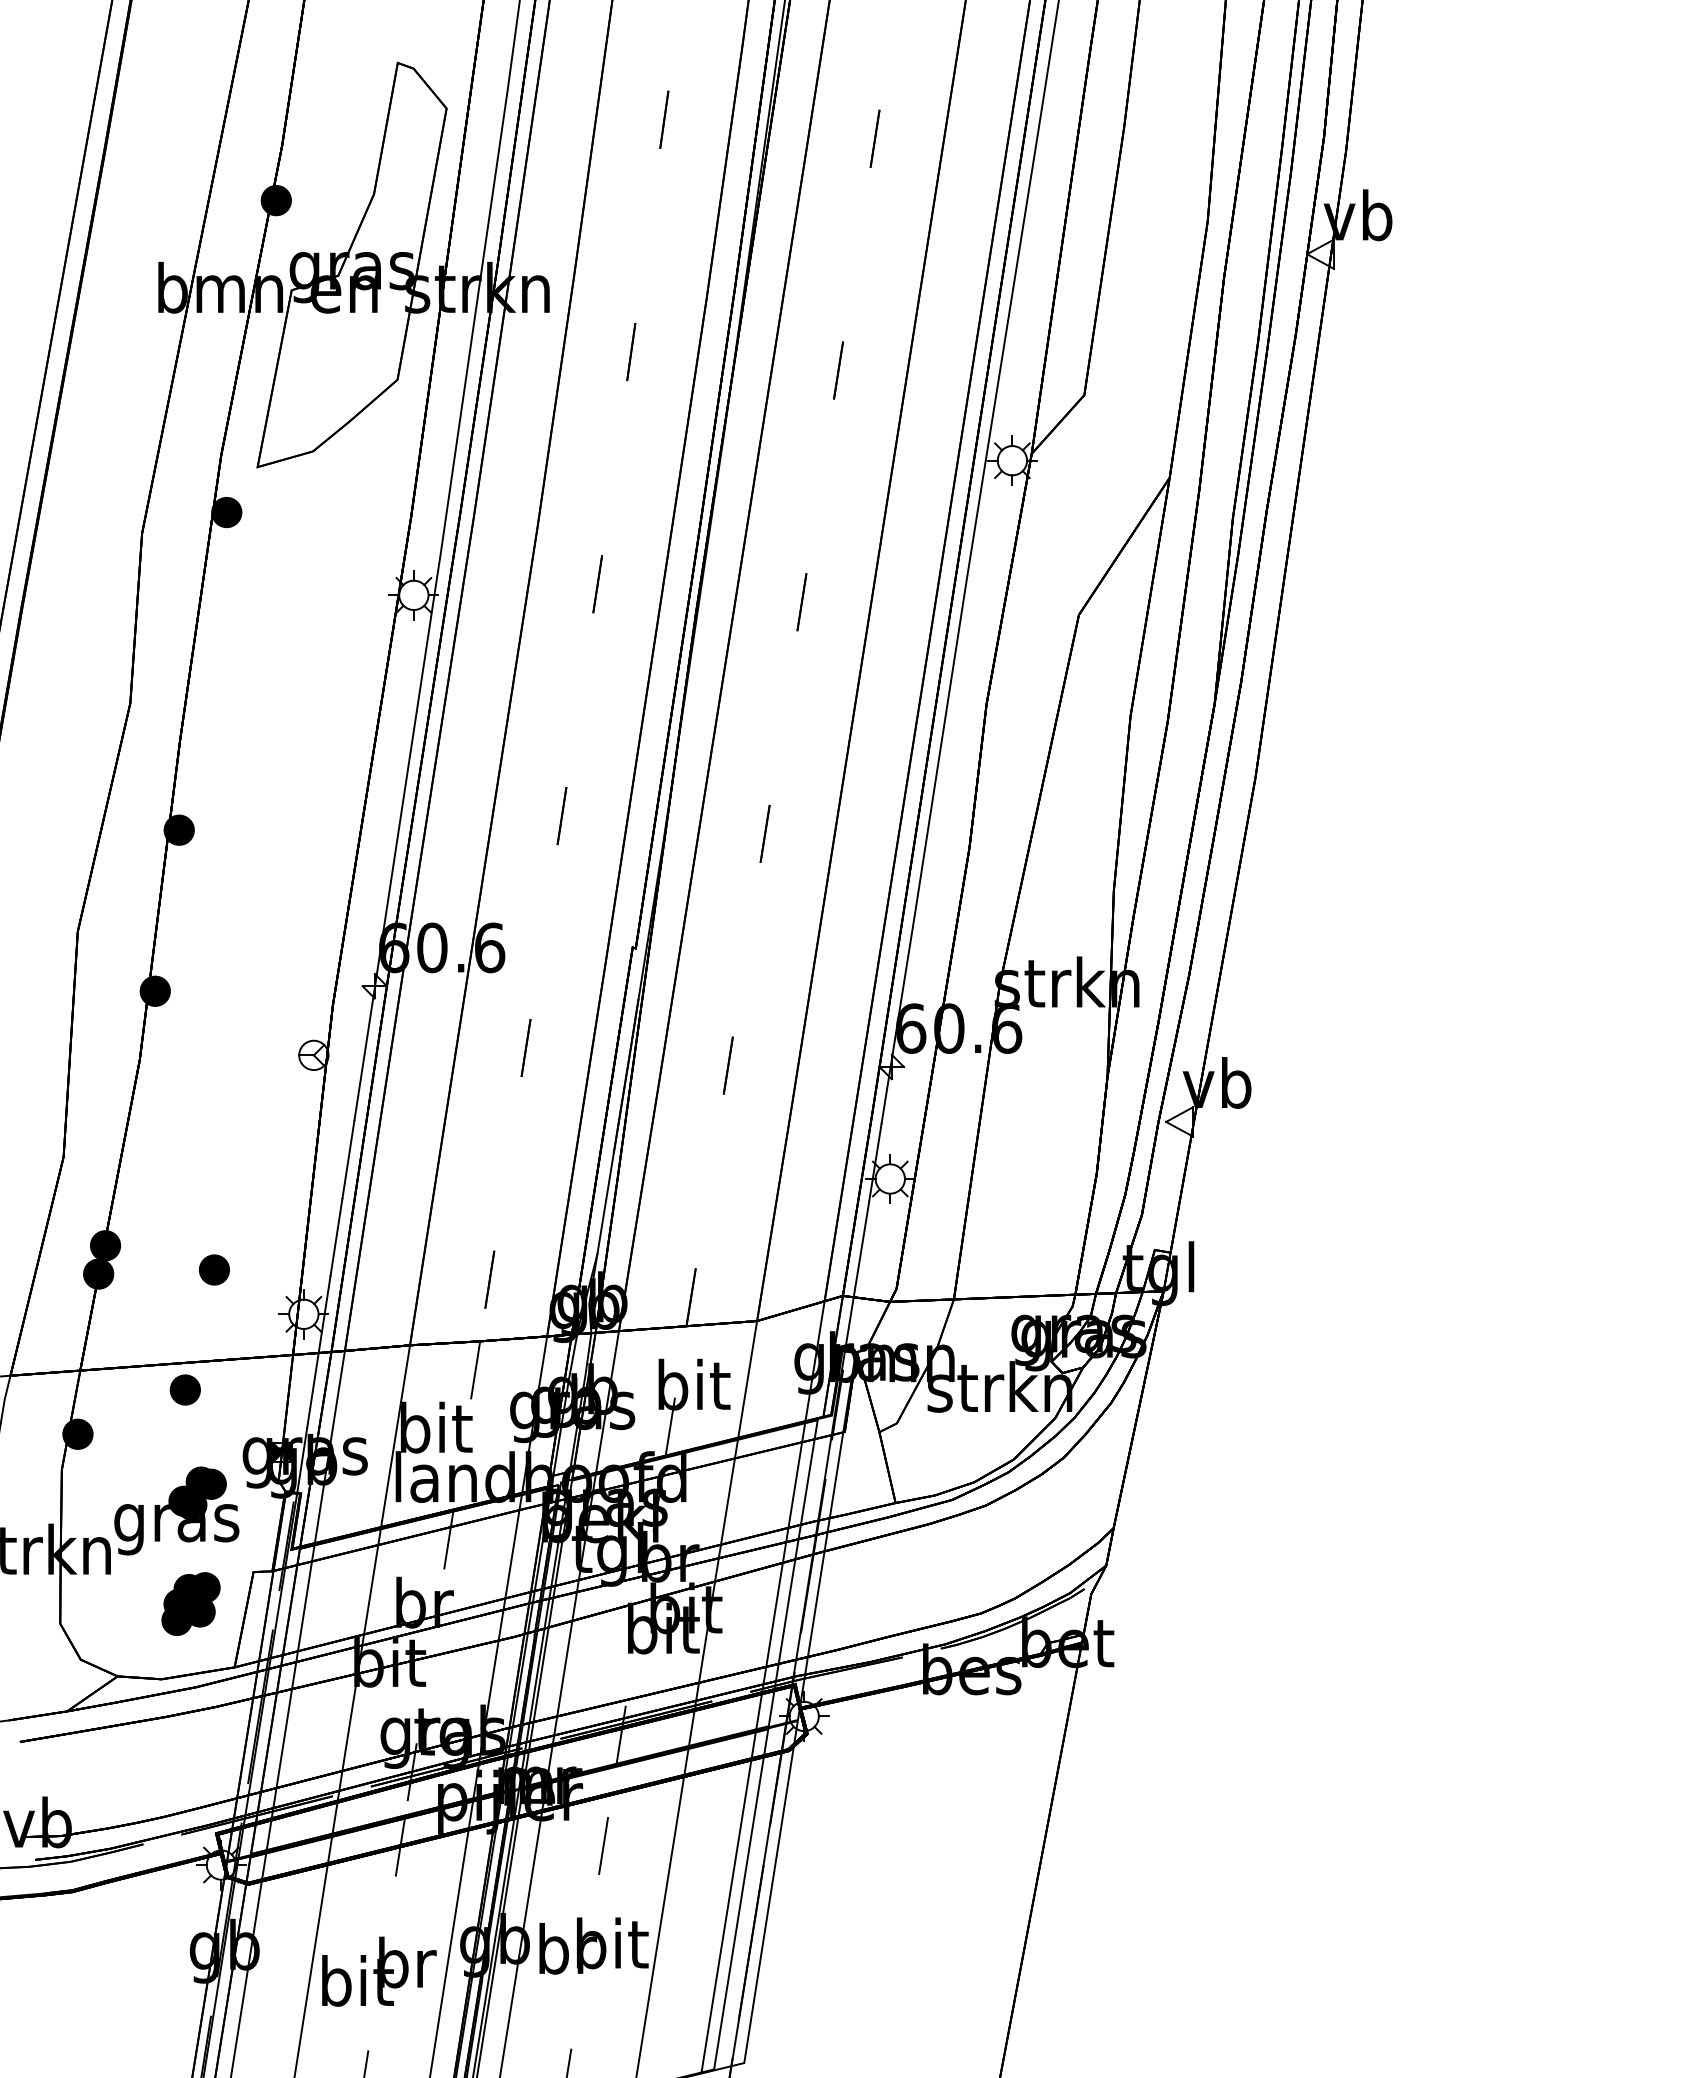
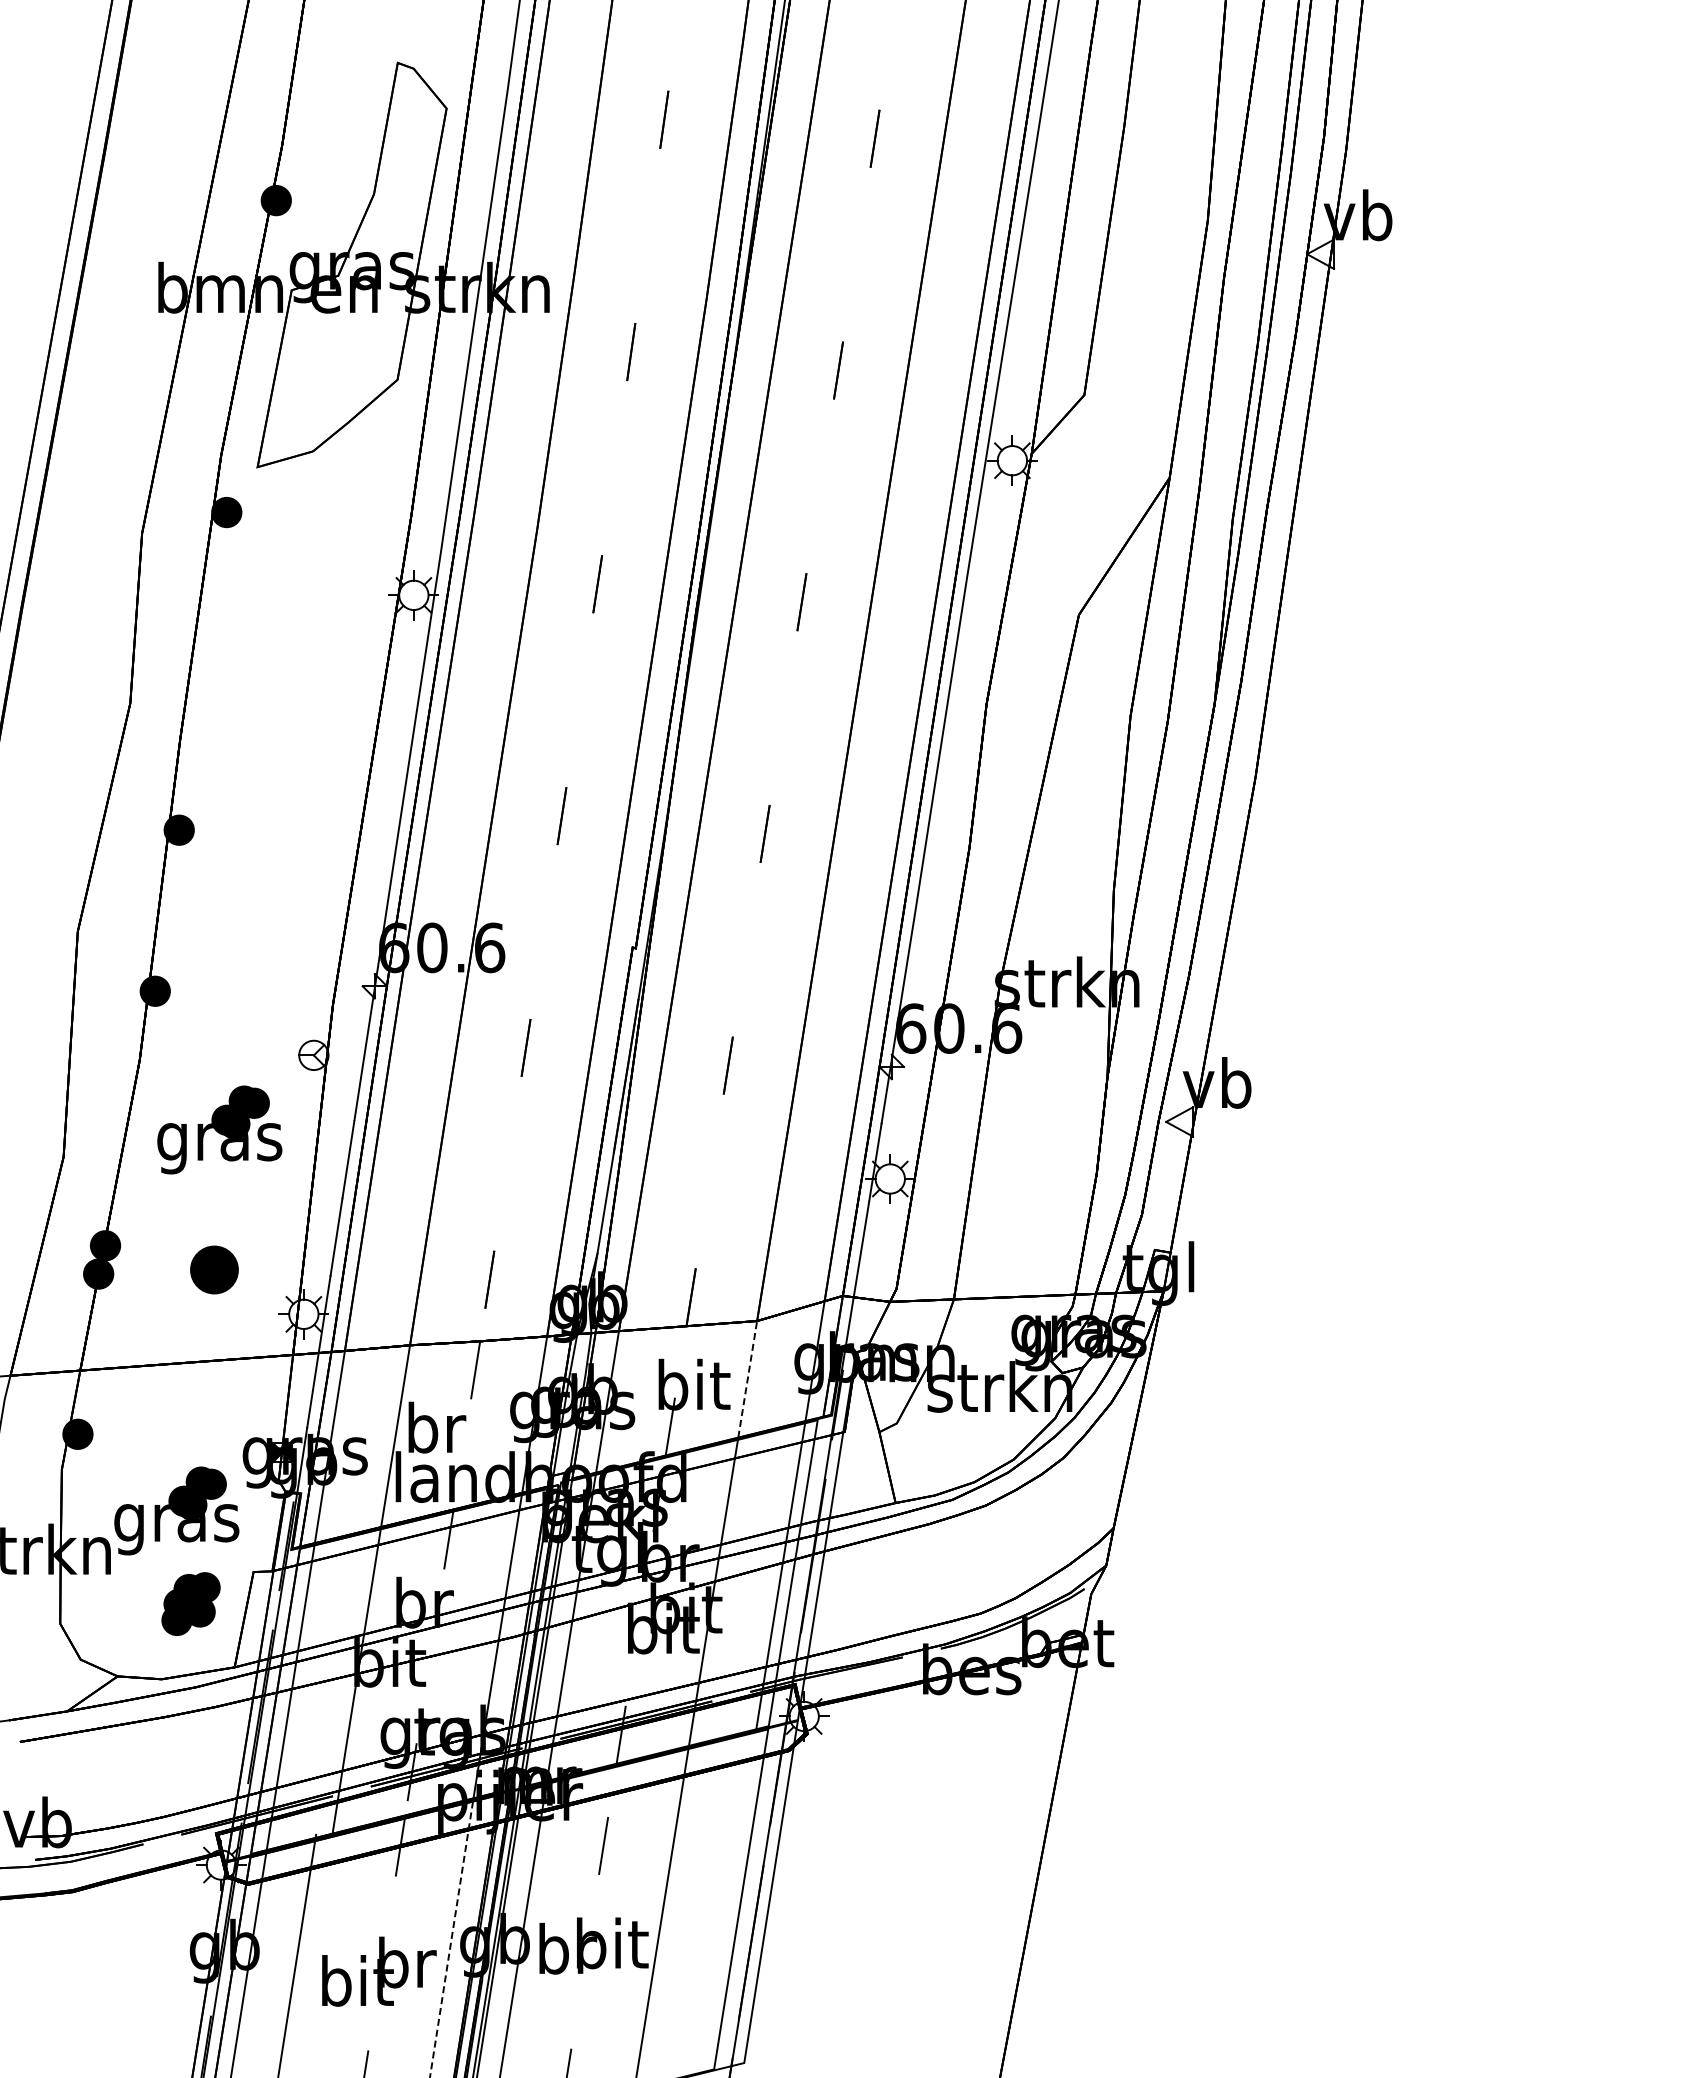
part at (219, 1129): none -> present
part at (214, 1269) size: 31x32 px -> 49x50 px
line at (747, 1378): solid -> dashed
part at (184, 1389): present -> none
text at (436, 1427): bit -> br
line at (728, 1902): present -> none
line at (451, 1939): solid -> dashed
line at (313, 1955) position: (313, 1955) -> (297, 1954)
